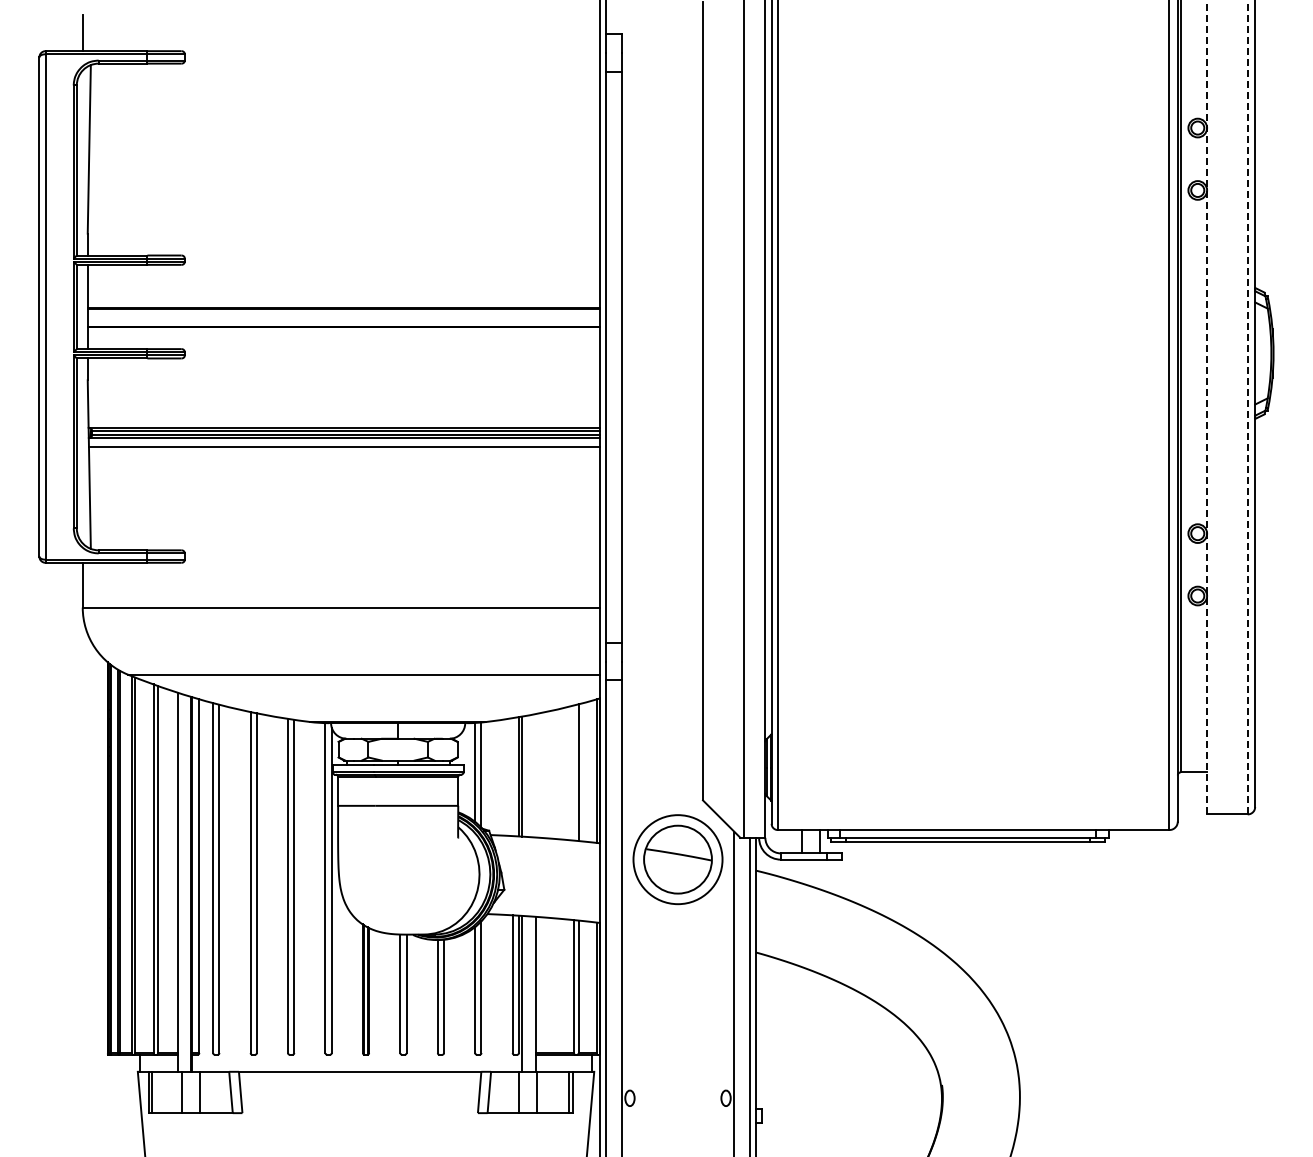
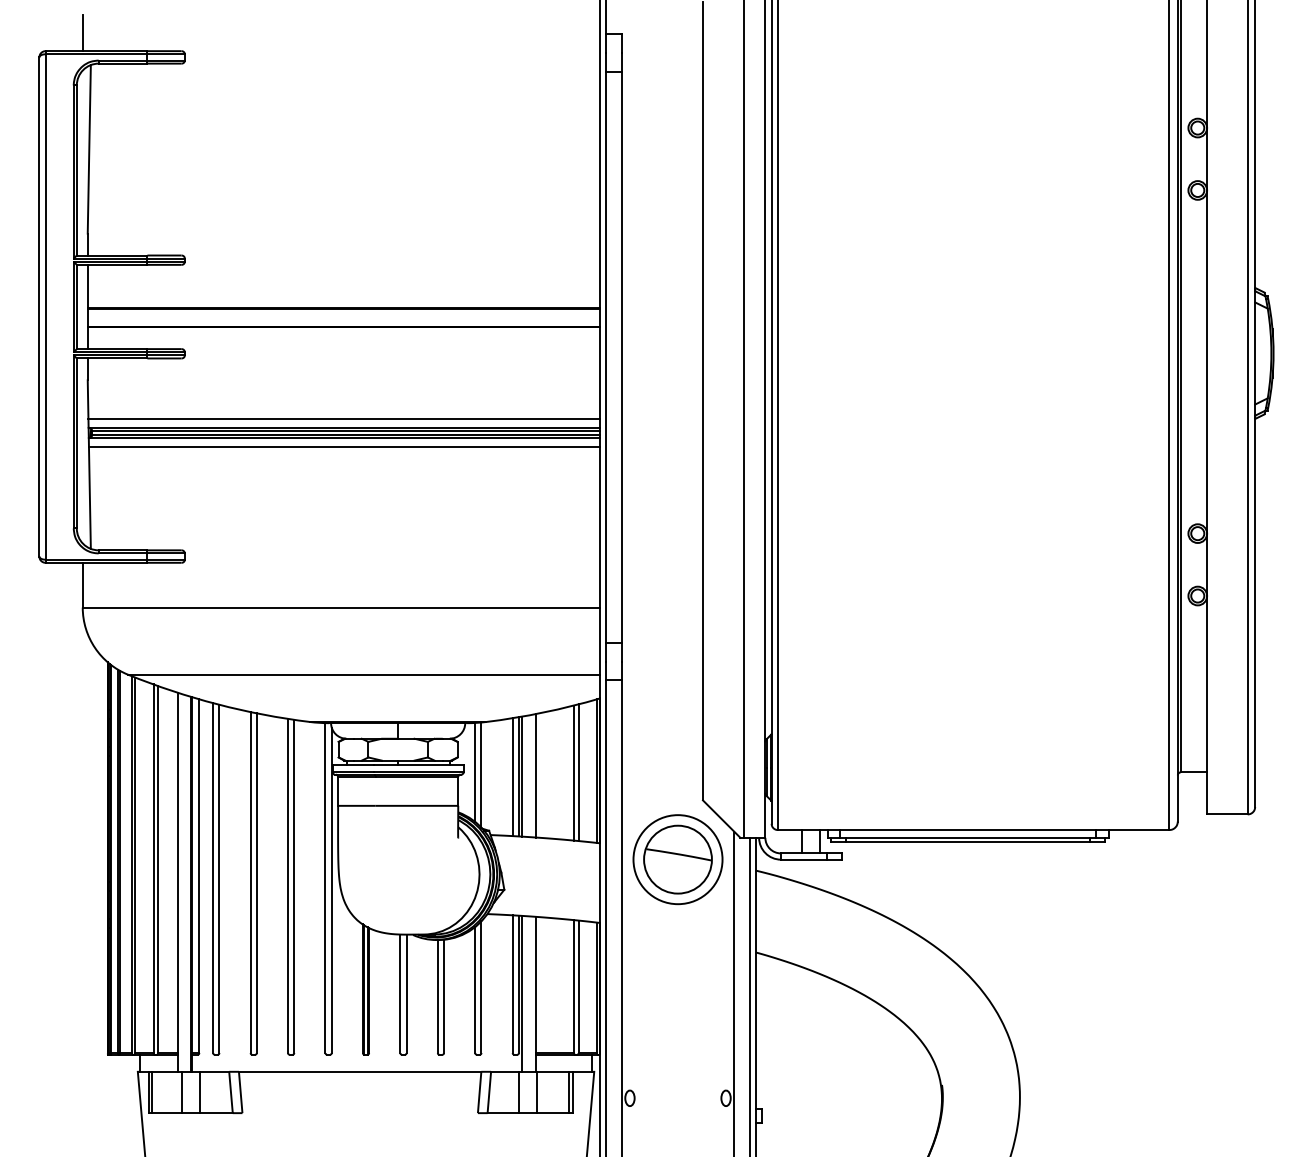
line at (1207, 407): dashed -> solid
line at (1247, 407): dashed -> solid
line at (344, 418): none -> present
line at (574, 772): none -> present
line at (535, 775): none -> present
line at (512, 777): none -> present
